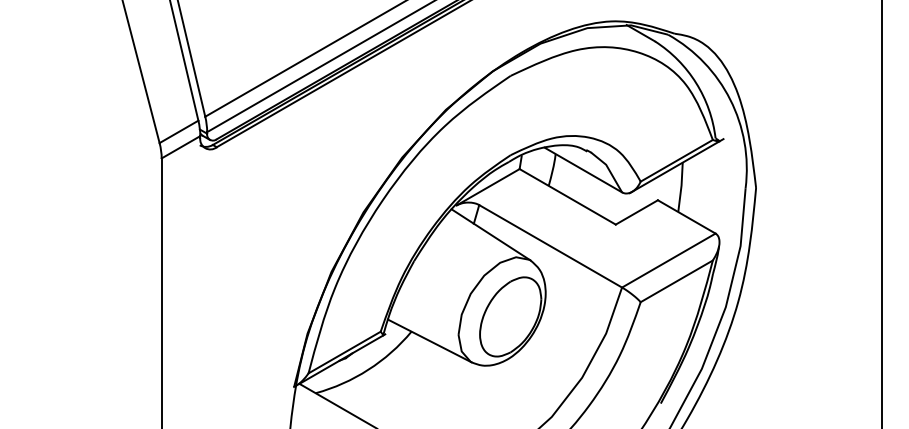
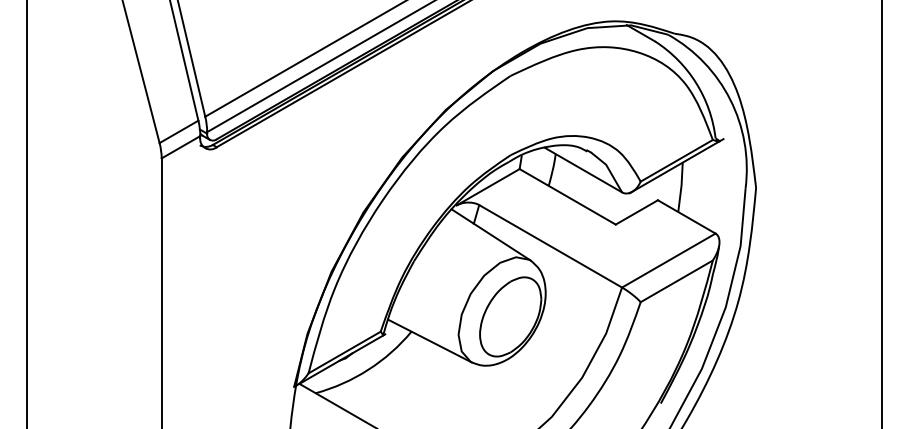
line at (27, 213): none -> present
